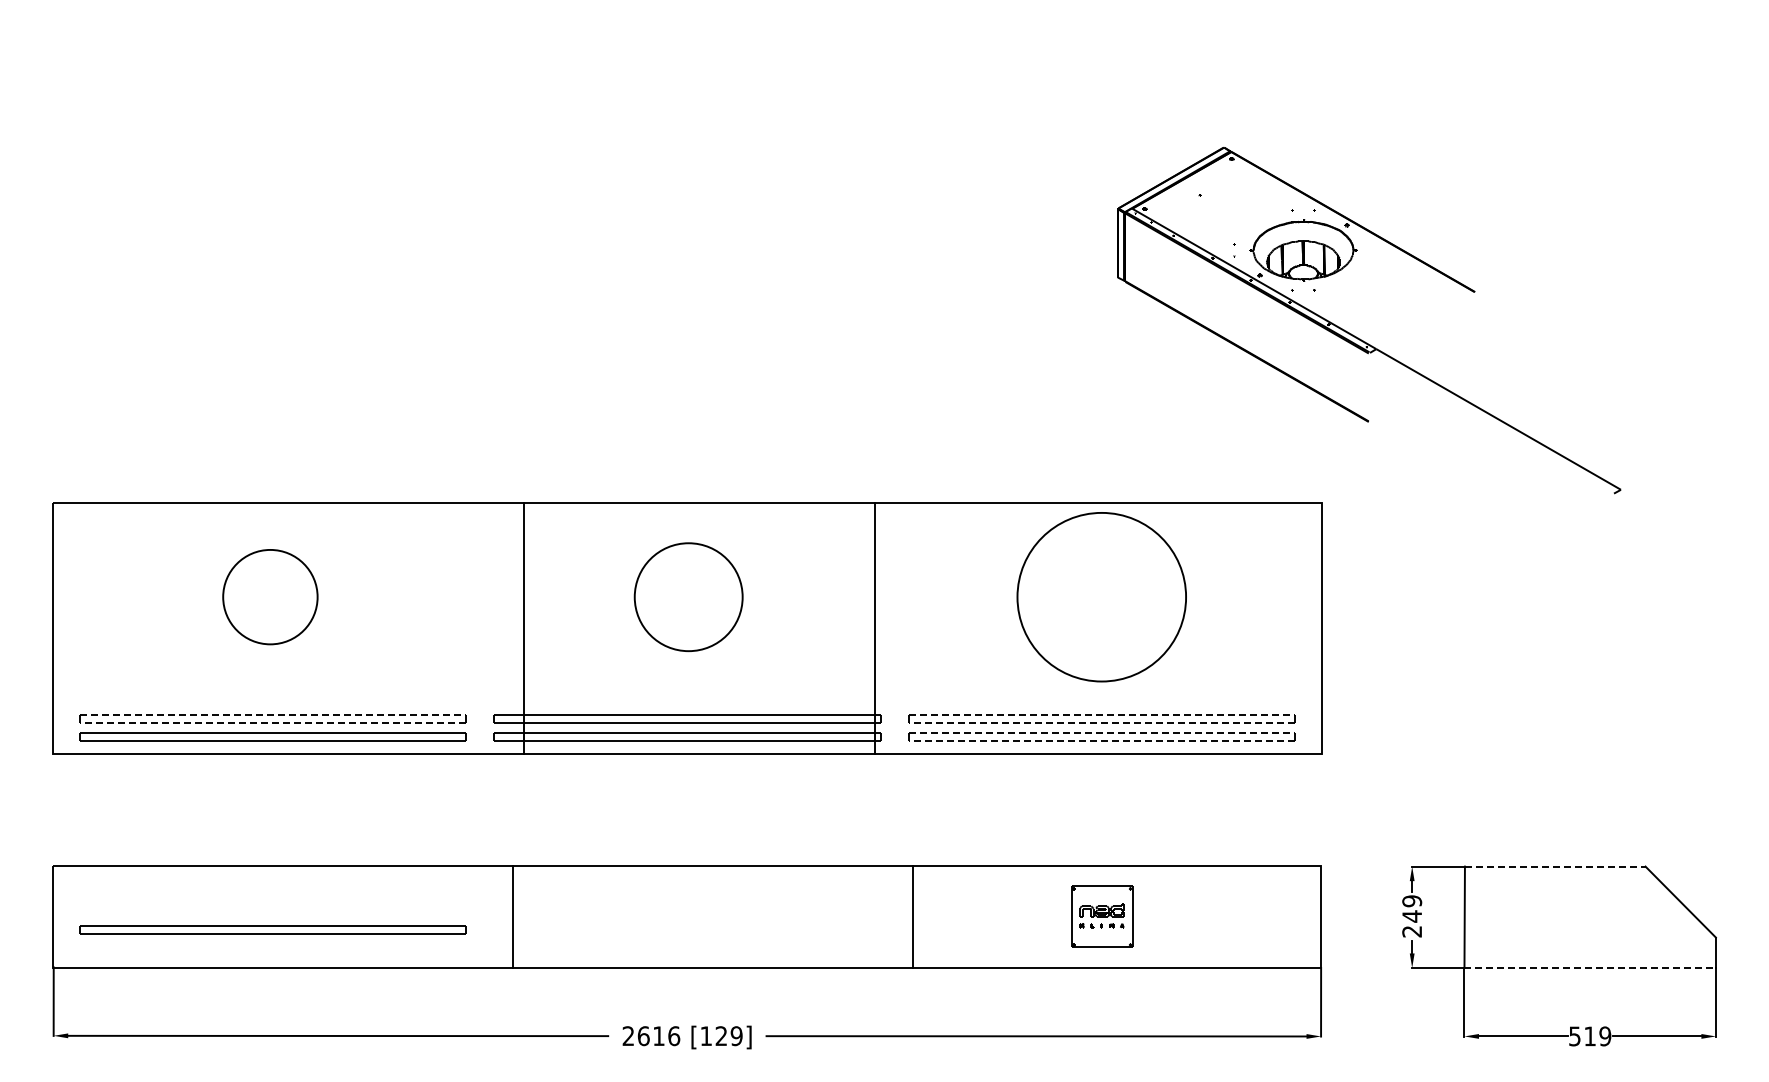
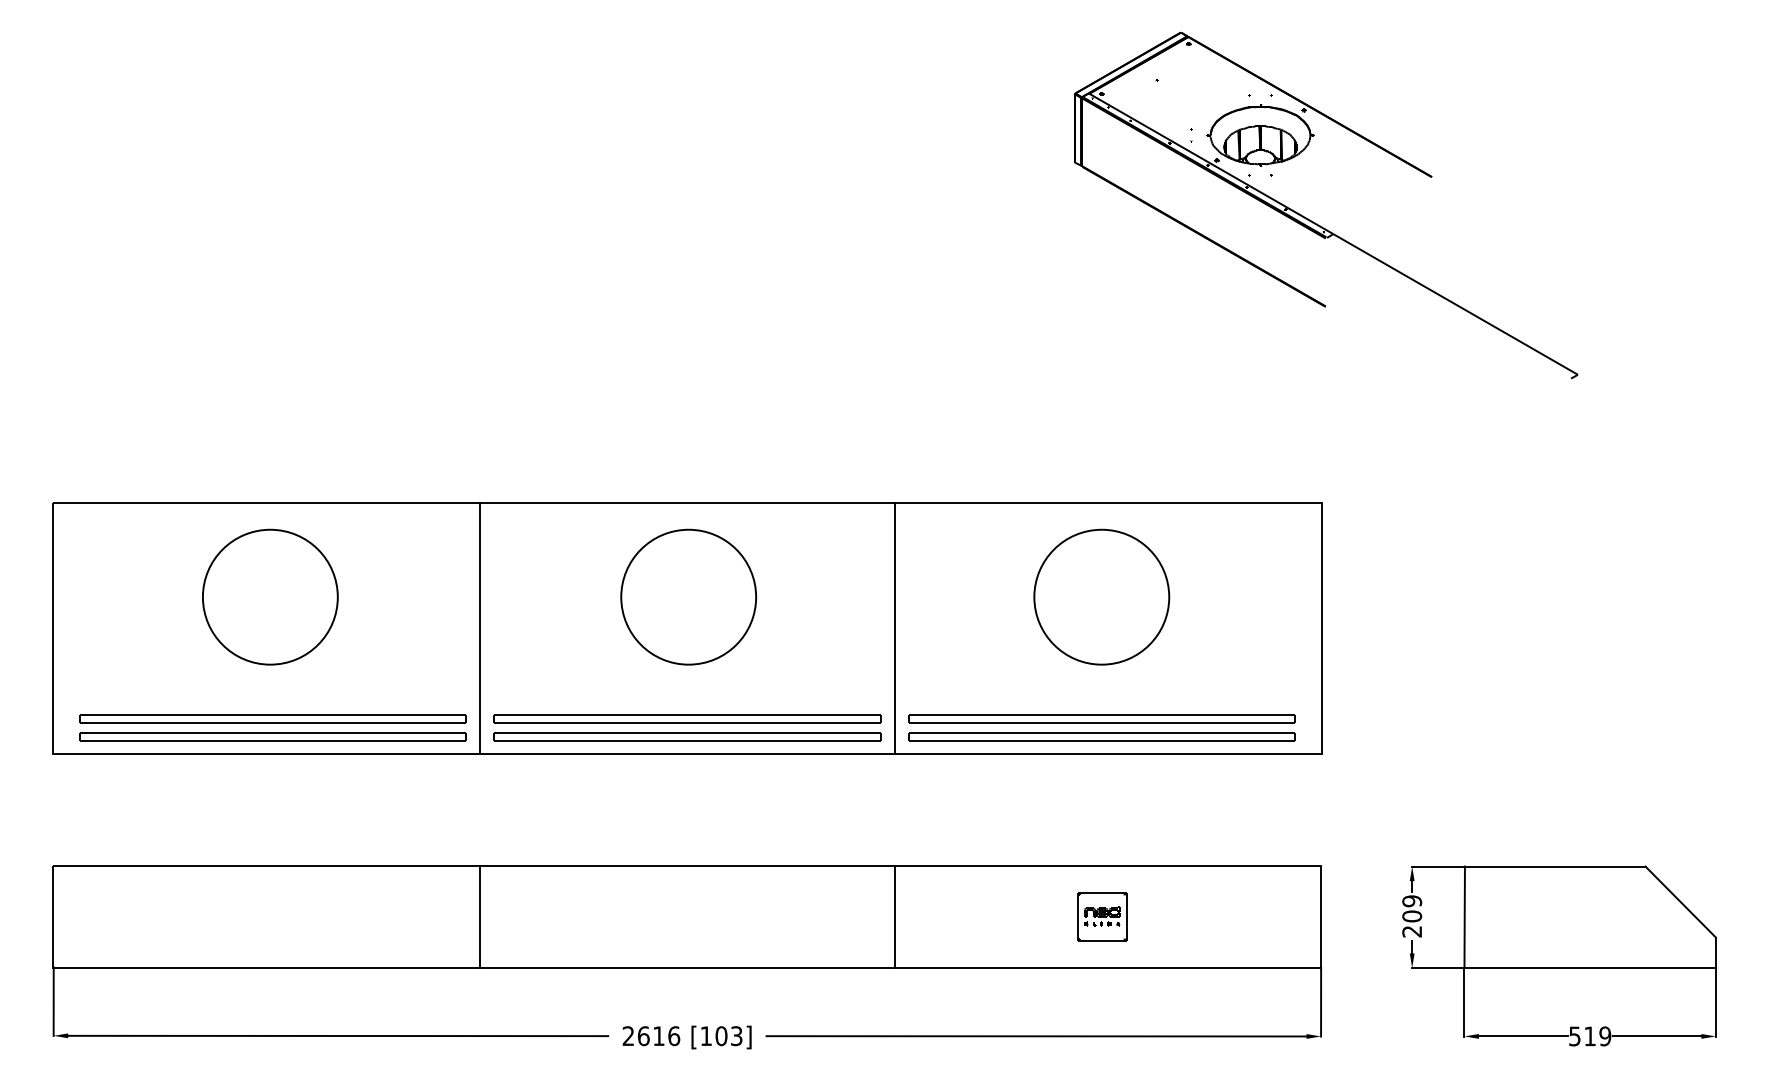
part at (1360, 338) position: (1360, 338) -> (1317, 223)
circle at (1101, 596) diameter: 169 px -> 135 px
circle at (270, 597) size: 97x97 px -> 137x138 px
circle at (688, 597) diameter: 108 px -> 135 px
line at (523, 627) position: (523, 627) -> (479, 627)
line at (875, 627) position: (875, 627) -> (895, 627)
line at (272, 715): dashed -> solid
line at (1102, 715): dashed -> solid
line at (272, 722): dashed -> solid
line at (1102, 722): dashed -> solid
line at (1102, 733): dashed -> solid
line at (1102, 741): dashed -> solid
line at (1555, 866): dashed -> solid
line at (512, 916) position: (512, 916) -> (479, 916)
line at (913, 916) position: (913, 916) -> (895, 916)
part at (1102, 916) size: 63x63 px -> 51x50 px
text at (1412, 916): 249 -> 209
part at (272, 929): present -> none
line at (1590, 967): dashed -> solid
text at (728, 1036): [129] -> [103]
